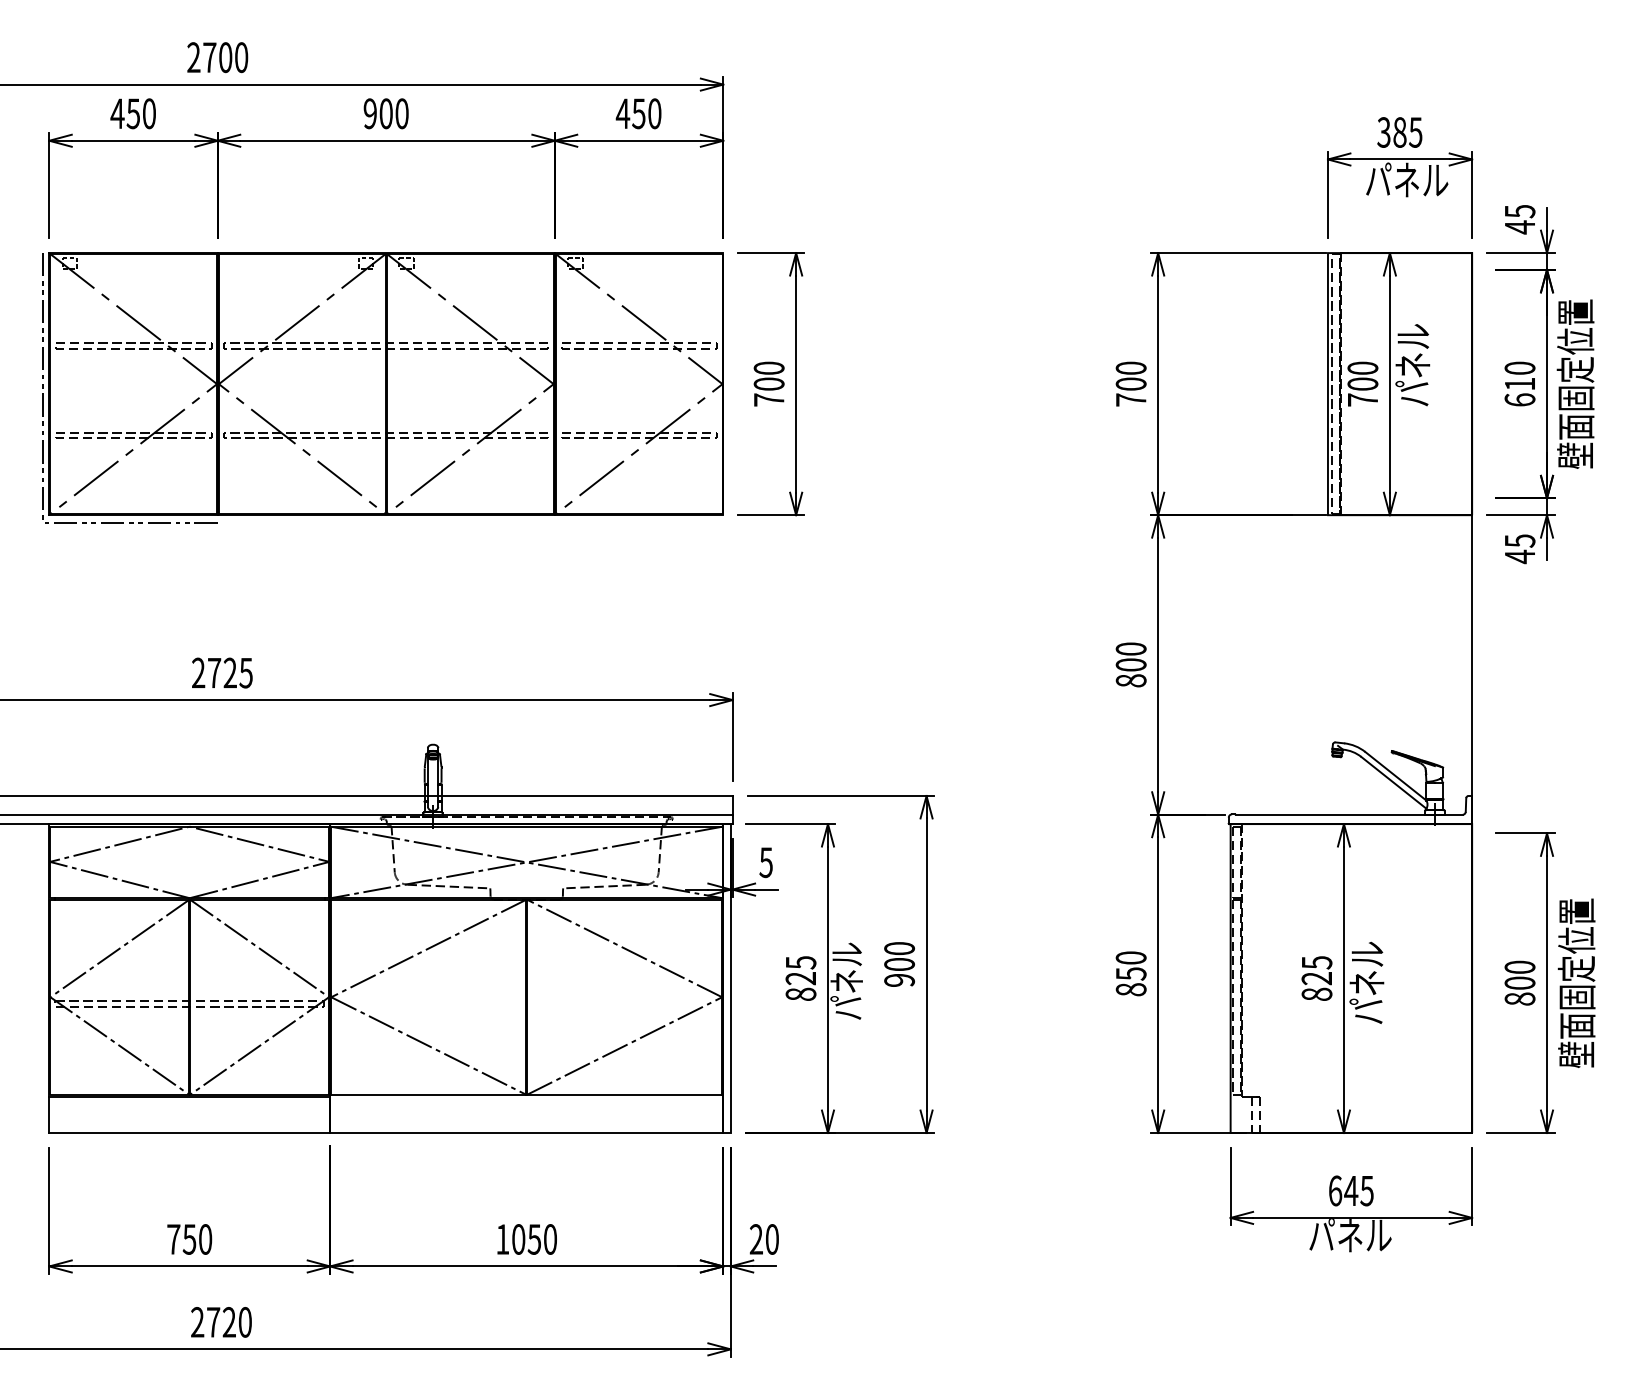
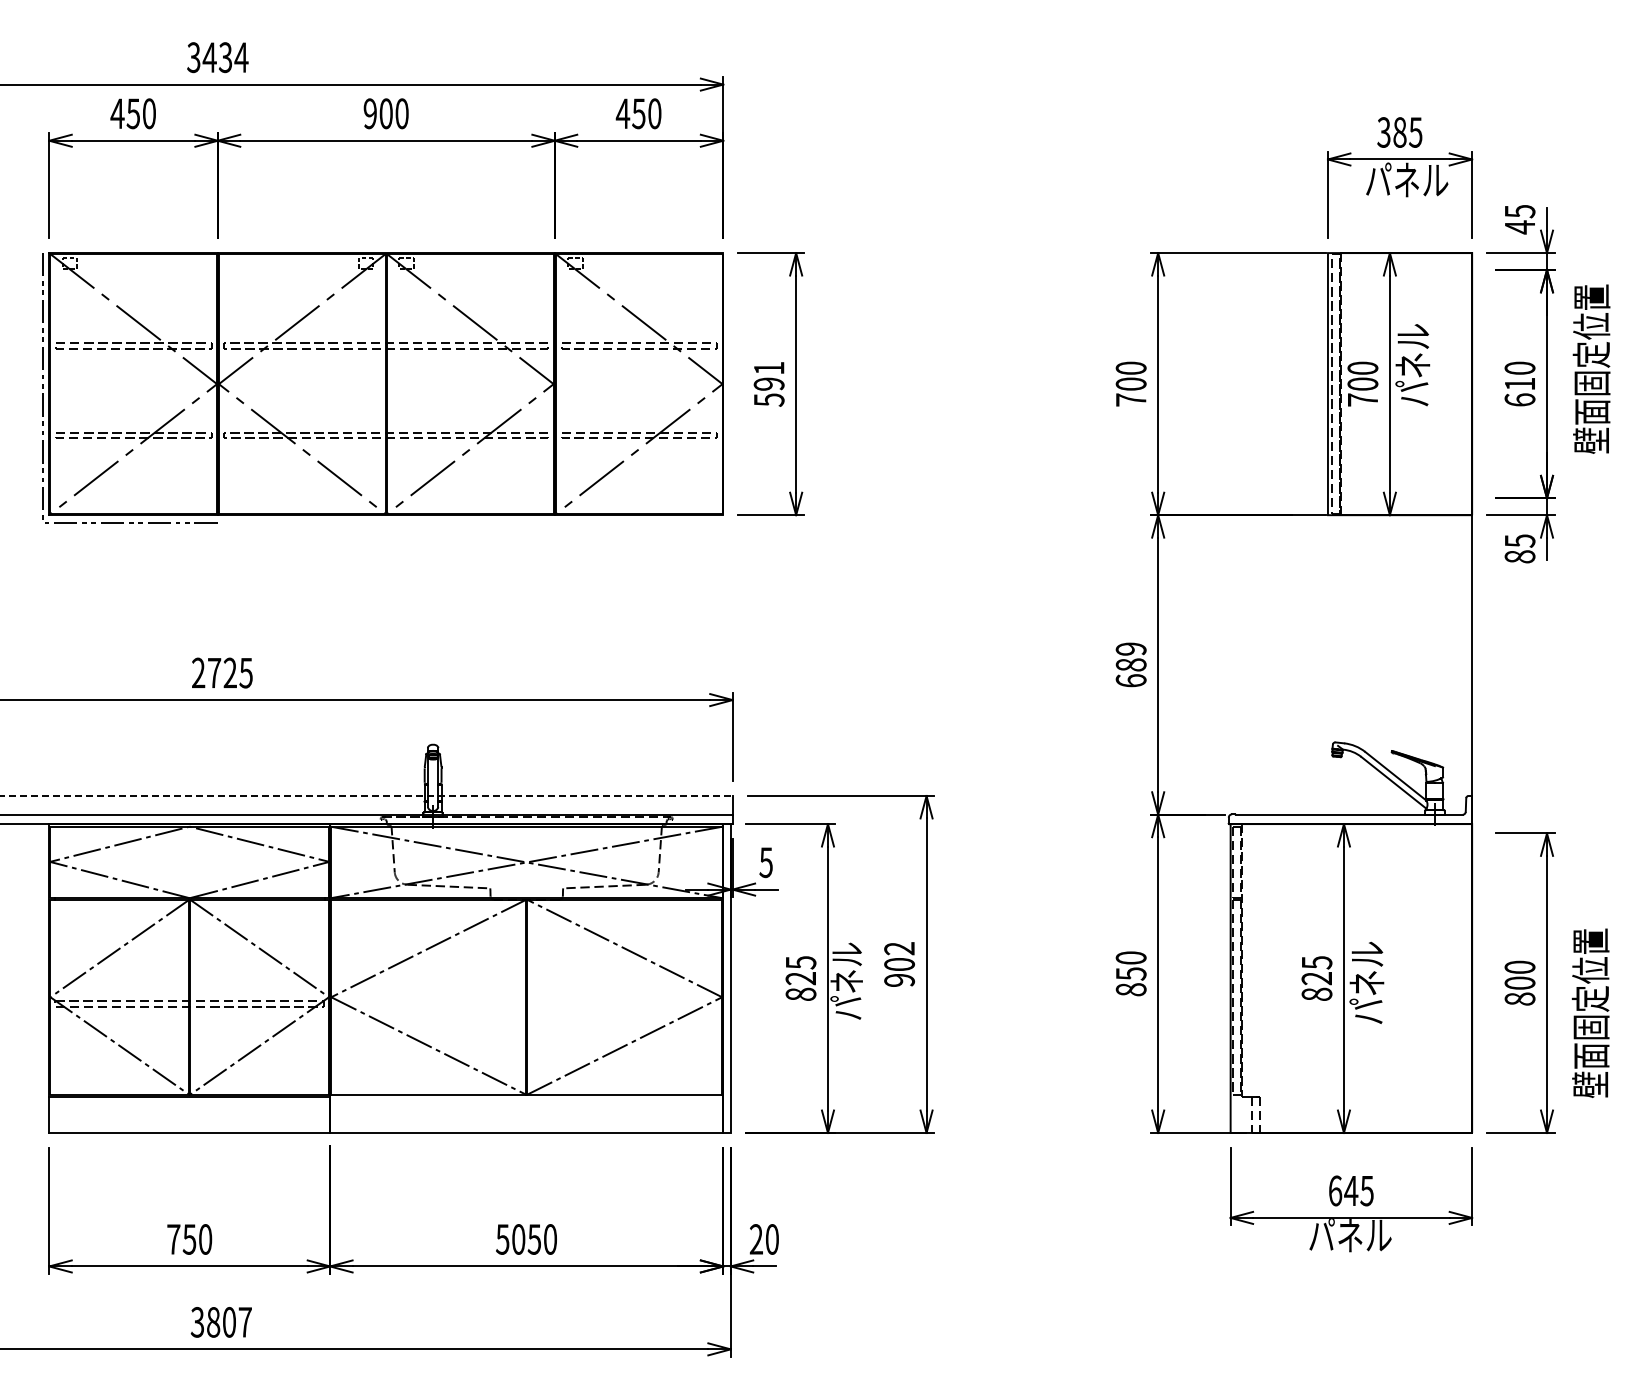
text at (217, 57): 2700 -> 3434
text at (768, 383): 700 -> 591
text at (1575, 383) position: (1575, 383) -> (1591, 368)
text at (1519, 556): 45 -> 85
text at (1130, 664): 800 -> 689
line at (366, 796): solid -> dashed
text at (899, 948): 900 -> 902
text at (1576, 982) position: (1576, 982) -> (1590, 1012)
text at (502, 1239): 1050 -> 5050
text at (220, 1322): 2720 -> 3807
